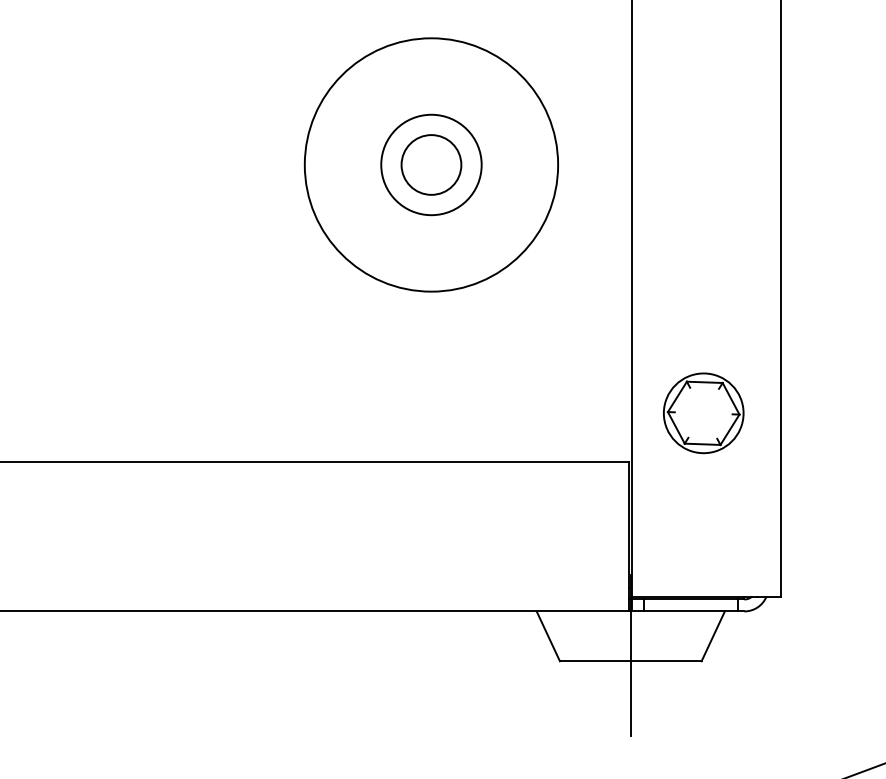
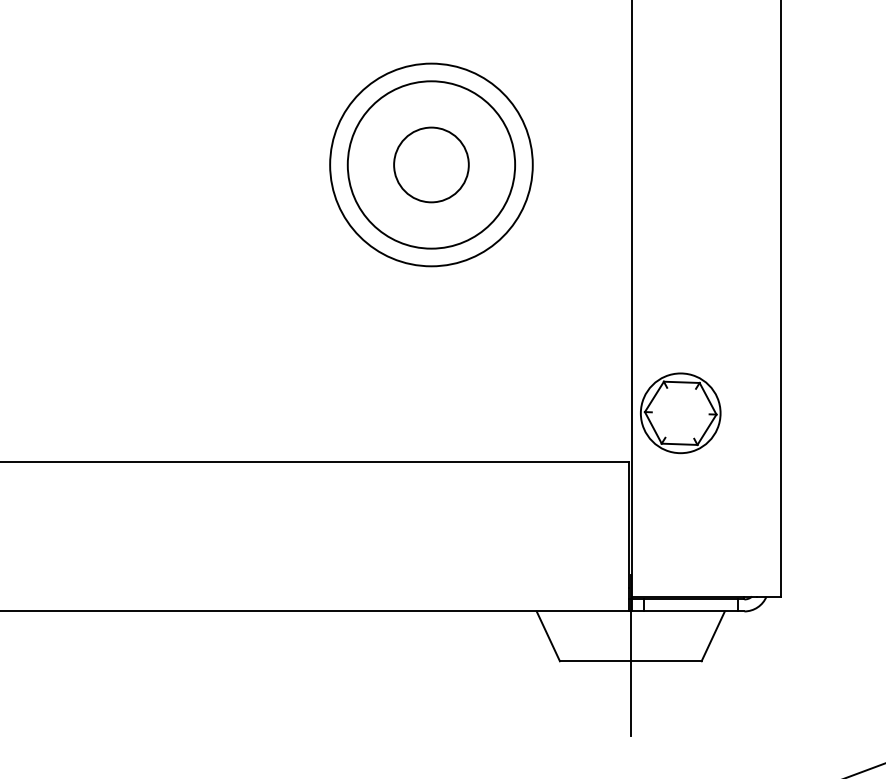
circle at (431, 164) diameter: 100 px -> 167 px
circle at (431, 164) diameter: 253 px -> 203 px
circle at (431, 164) diameter: 60 px -> 75 px
part at (703, 413) position: (703, 413) -> (680, 413)
